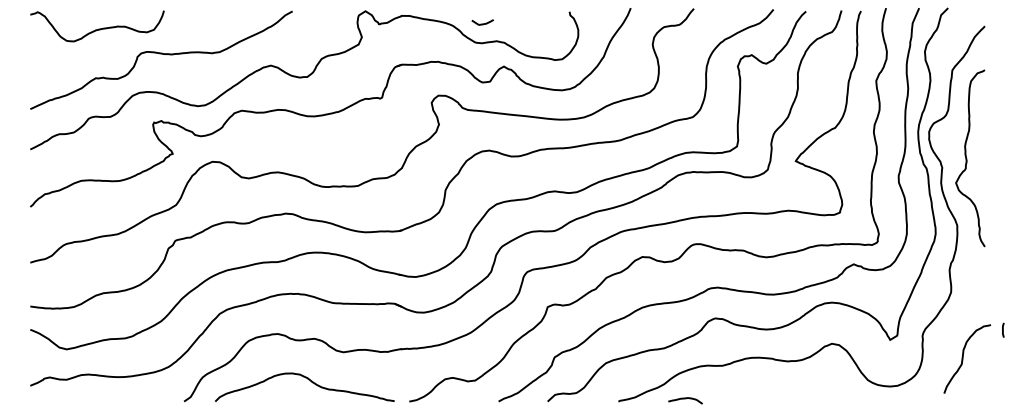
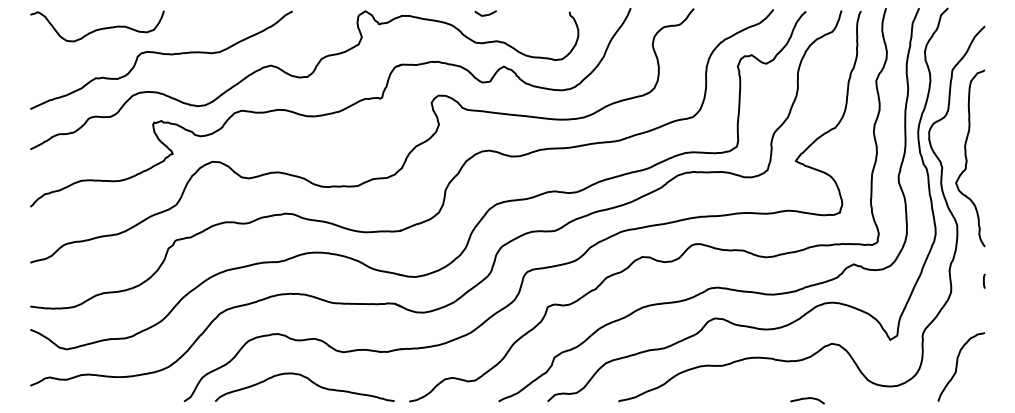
curve at (482, 23) position: (482, 23) -> (485, 14)
line at (1003, 329) position: (1003, 329) -> (984, 280)
curve at (963, 358) position: (963, 358) -> (957, 366)
curve at (685, 399) position: (685, 399) -> (807, 399)
